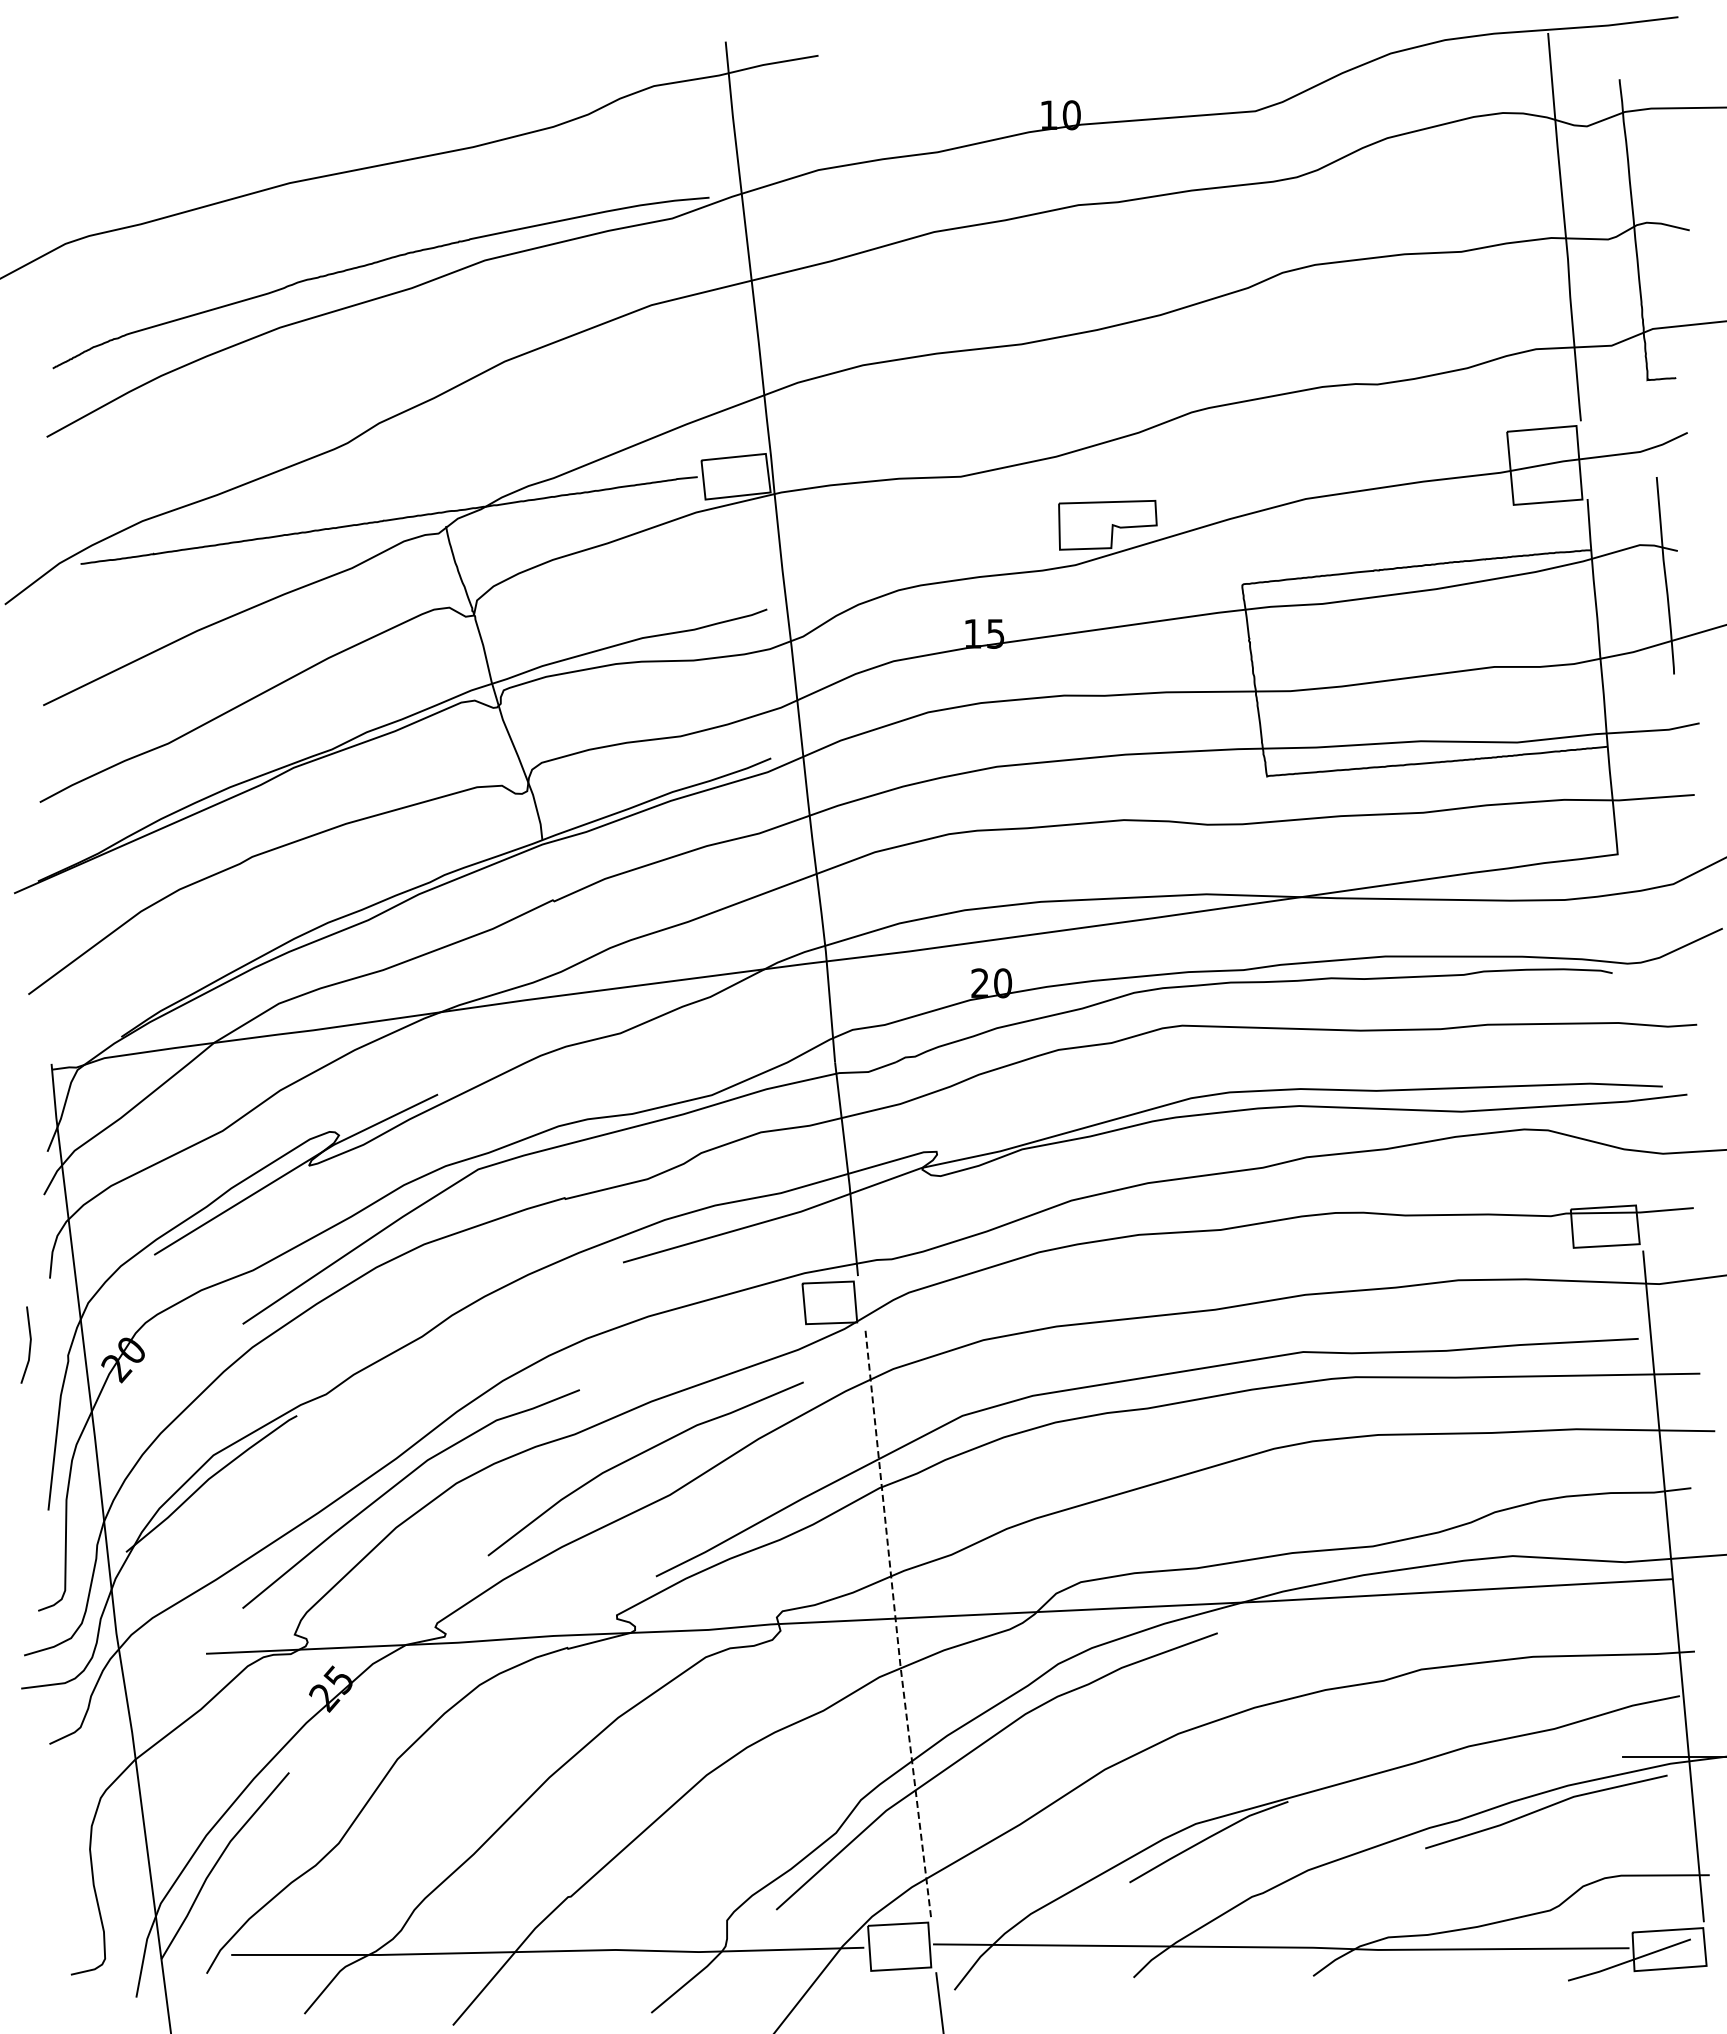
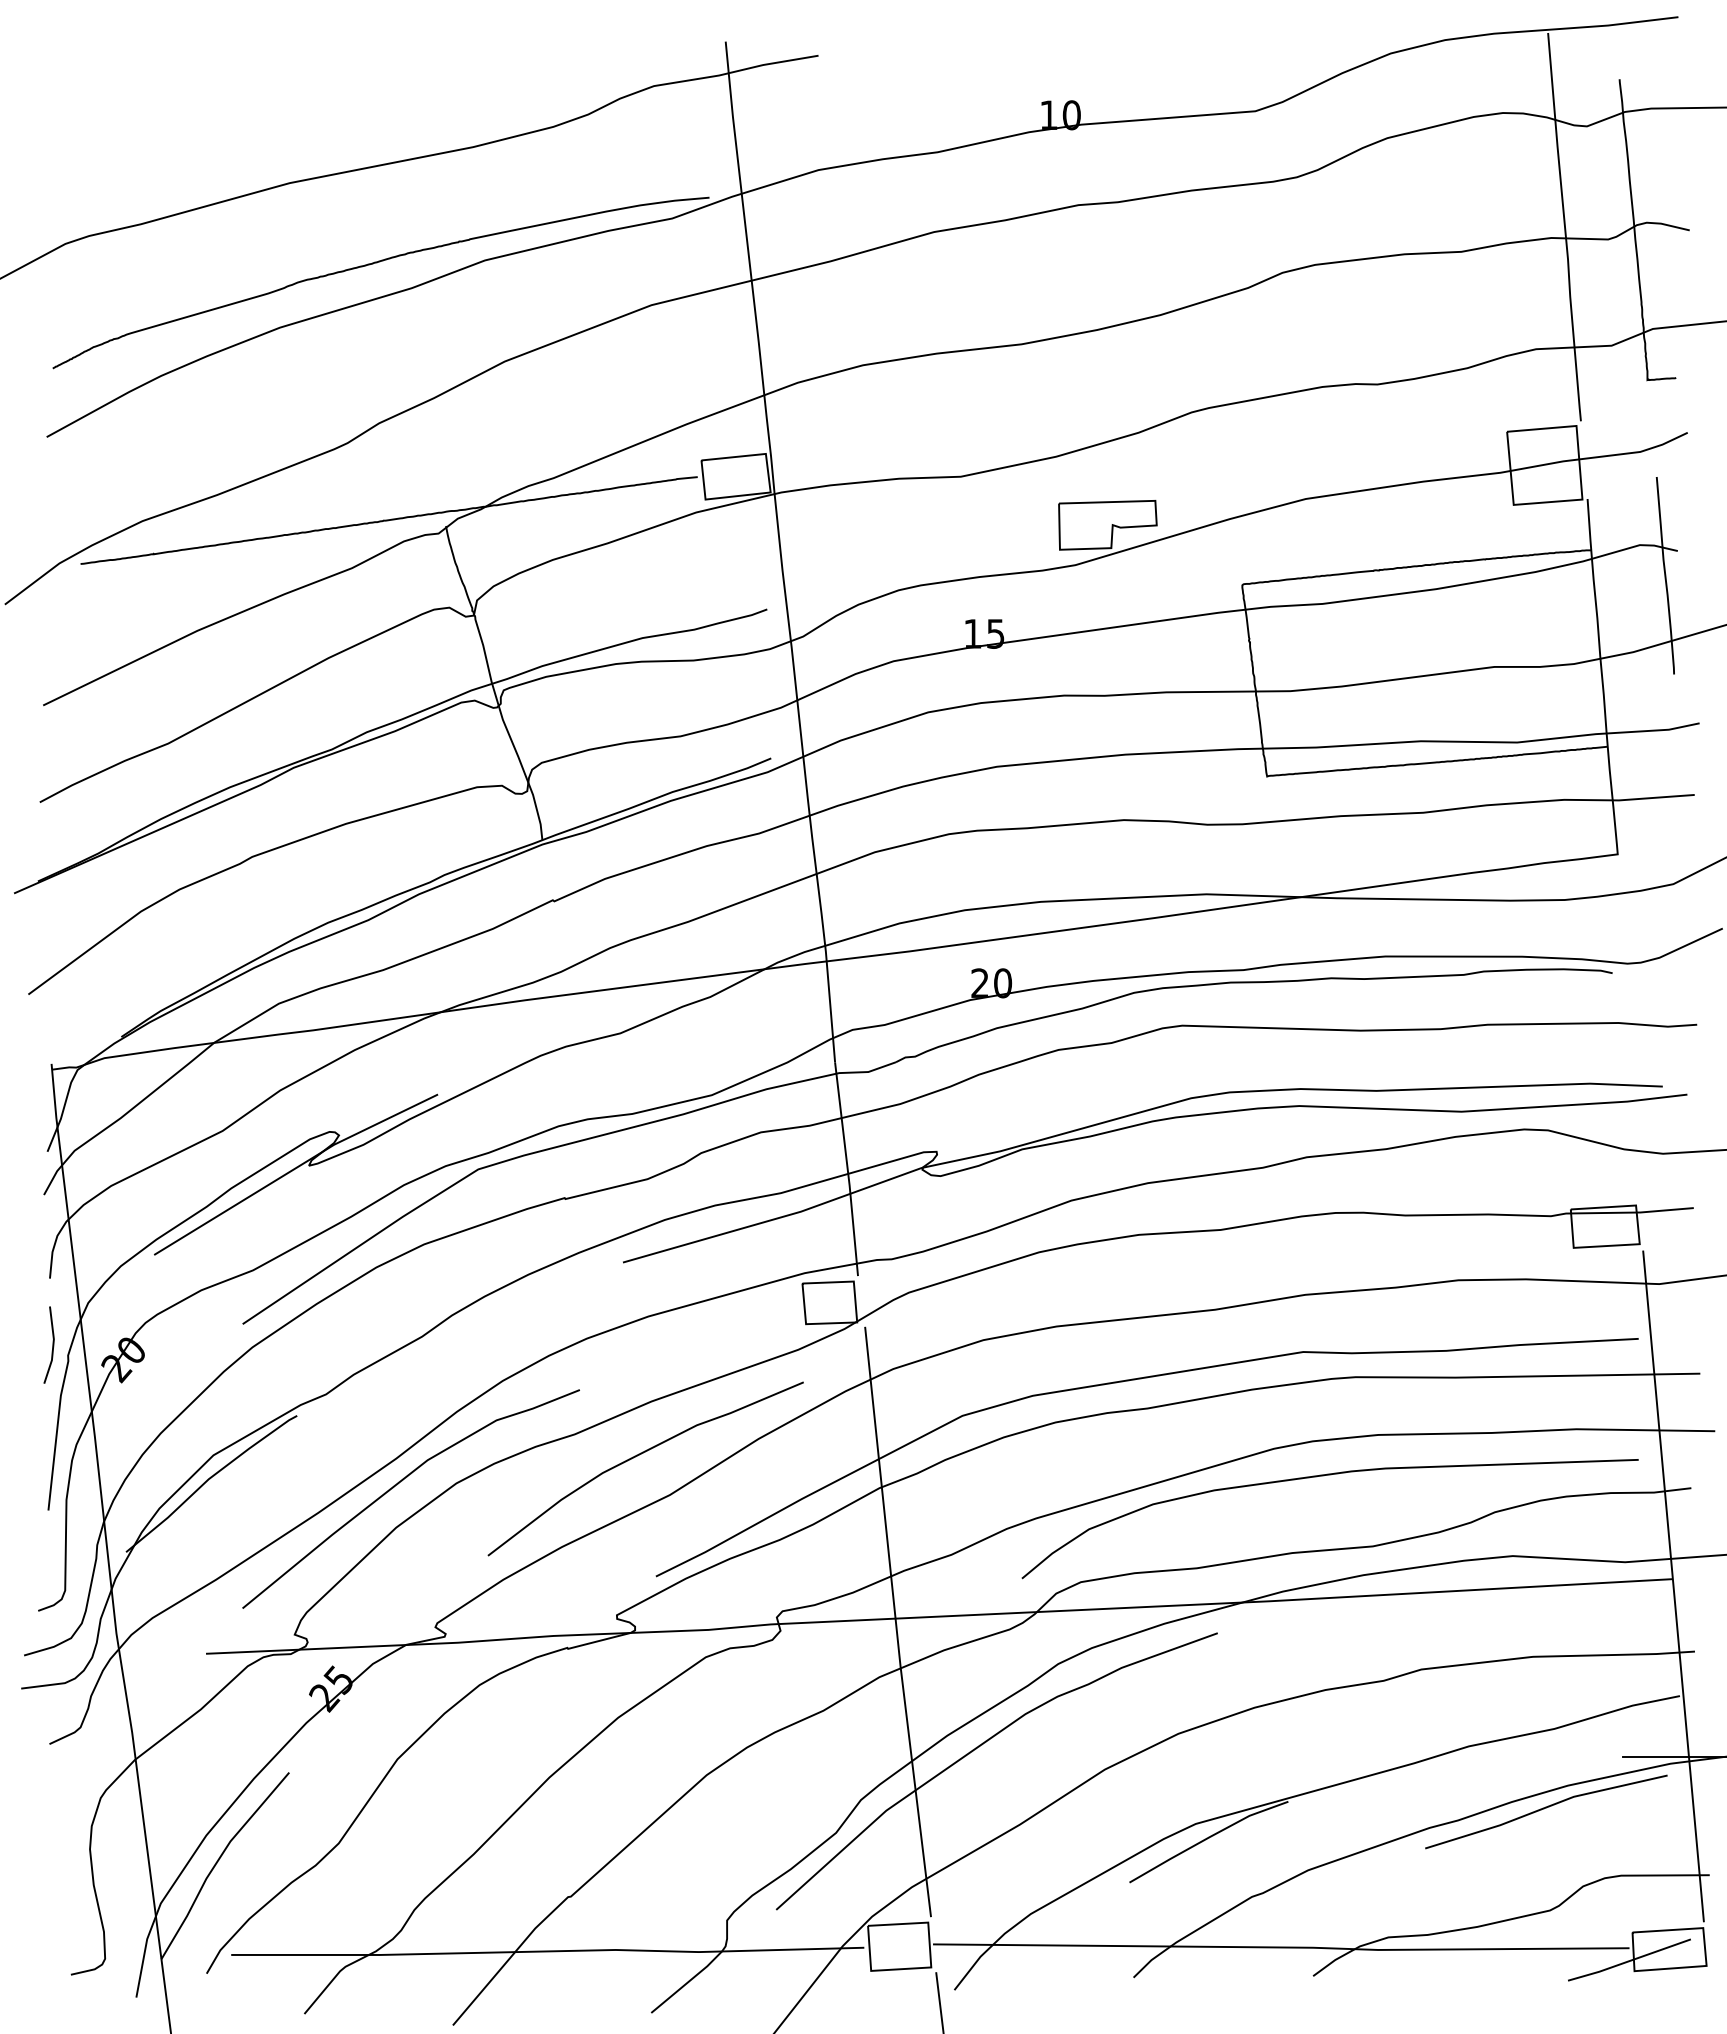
line at (29, 1344) position: (29, 1344) -> (52, 1344)
curve at (1324, 1476): none -> present
line at (895, 1622): dashed -> solid
